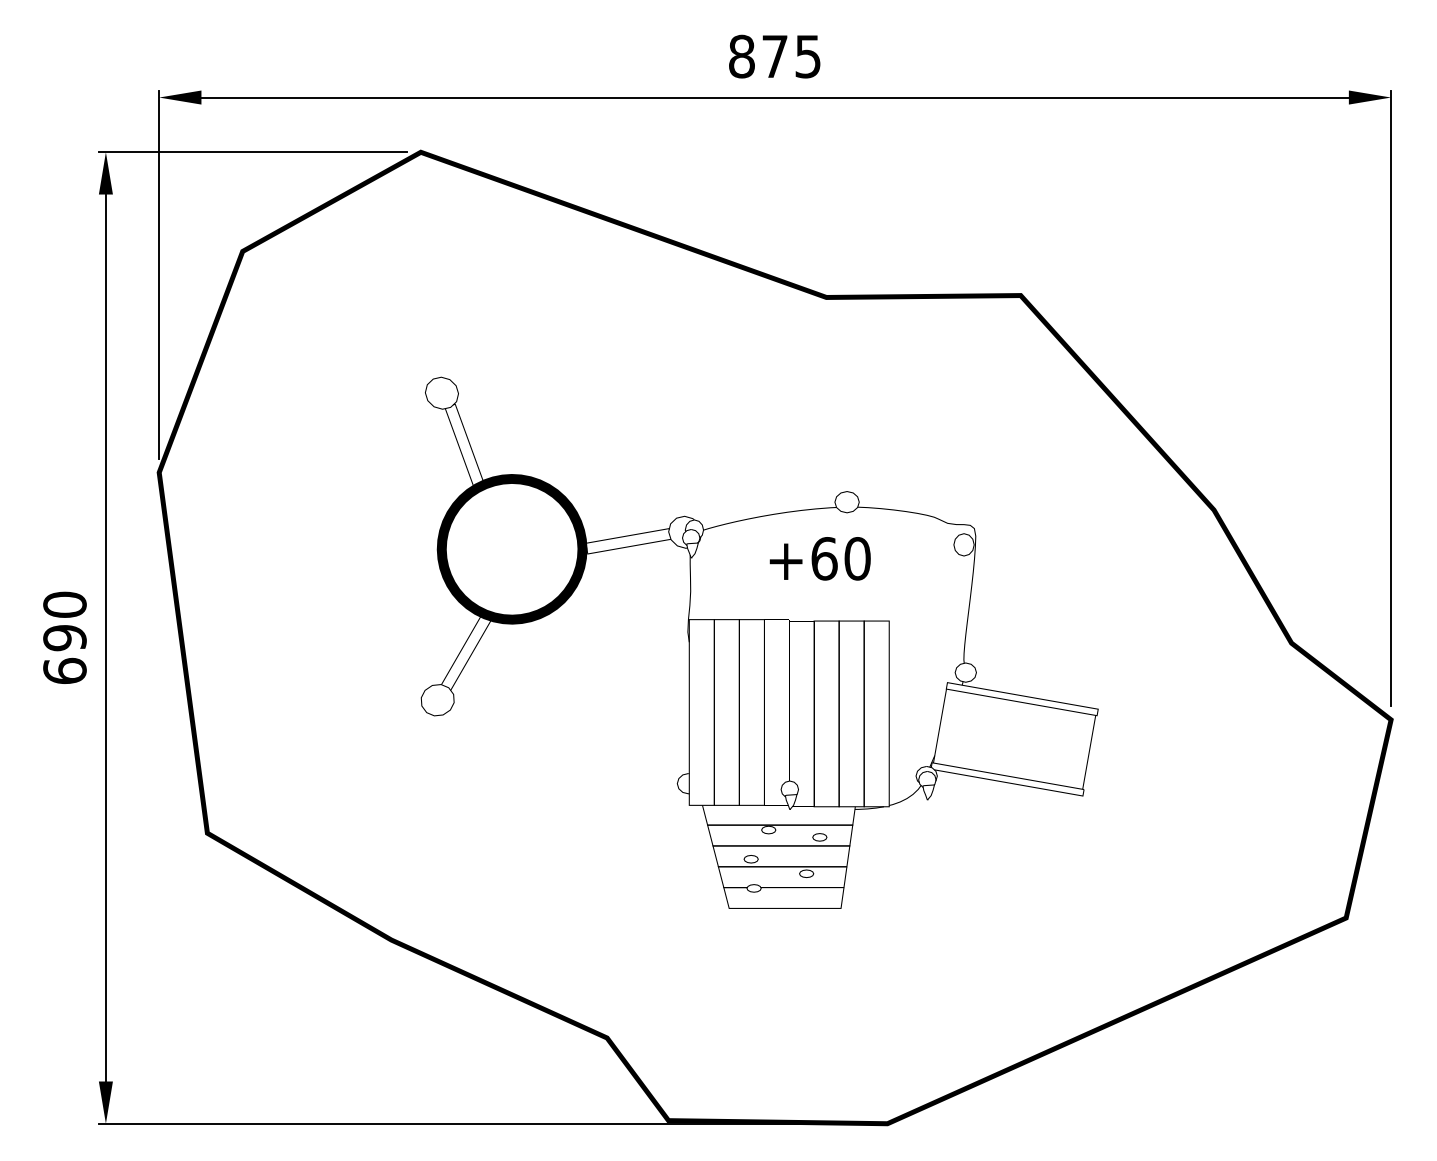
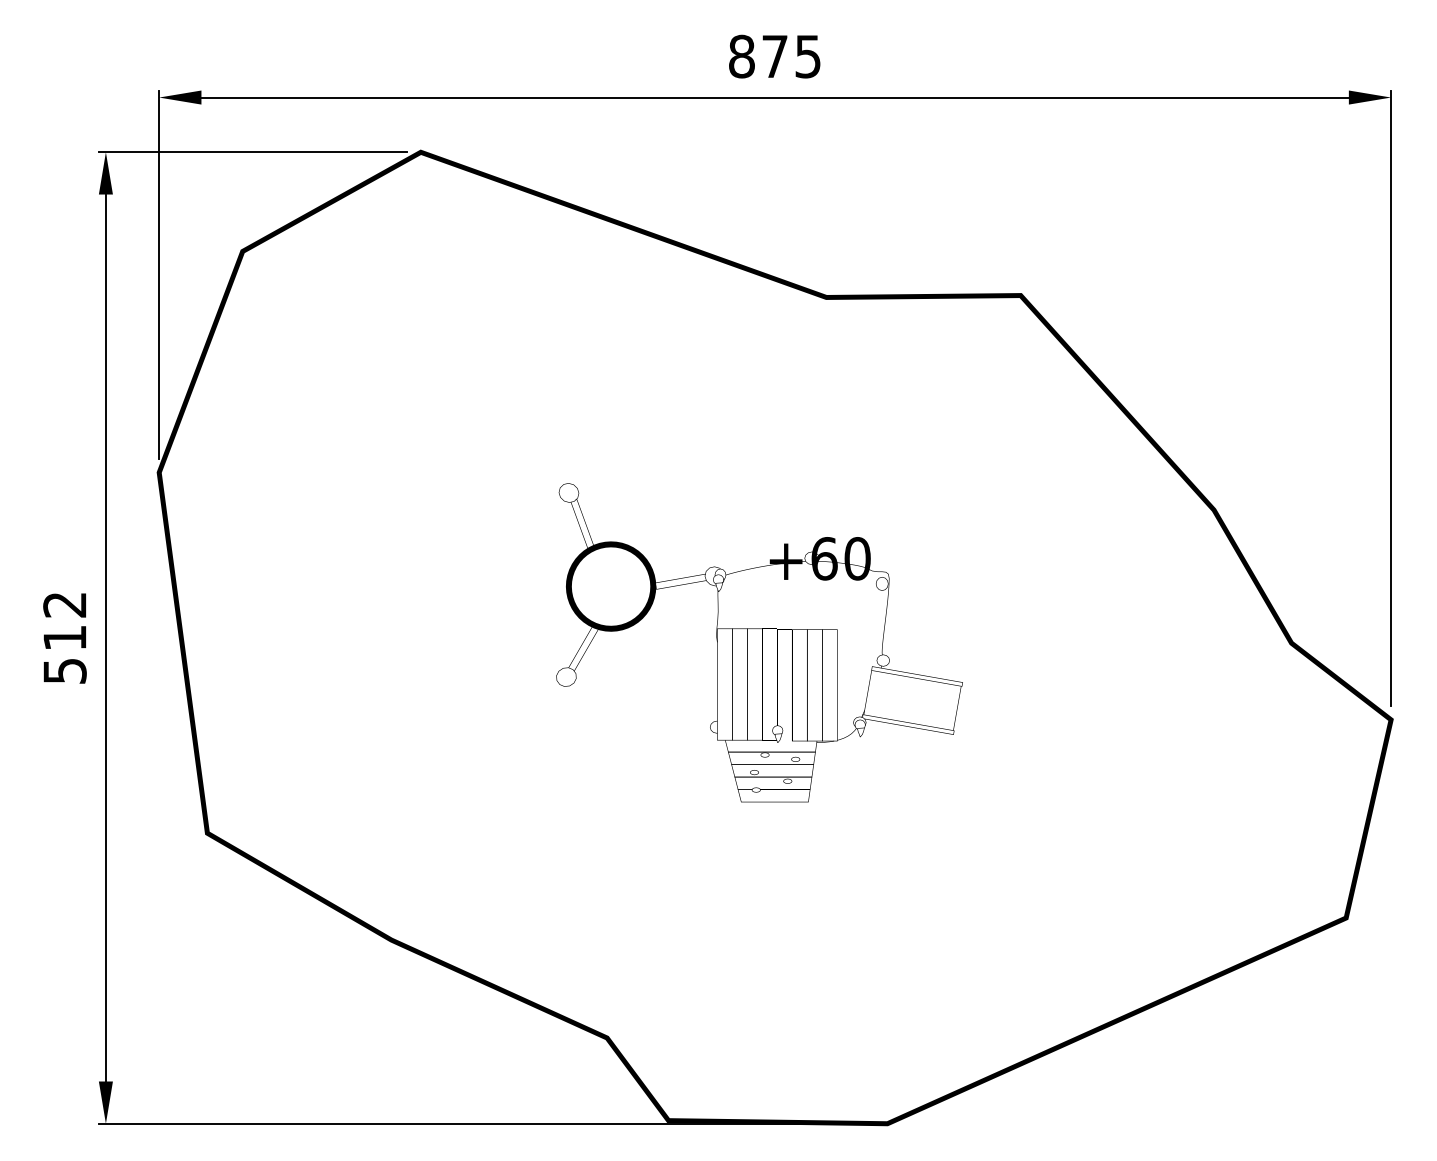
text at (64, 637): 690 -> 512
part at (759, 642) size: 679x533 px -> 407x320 px
